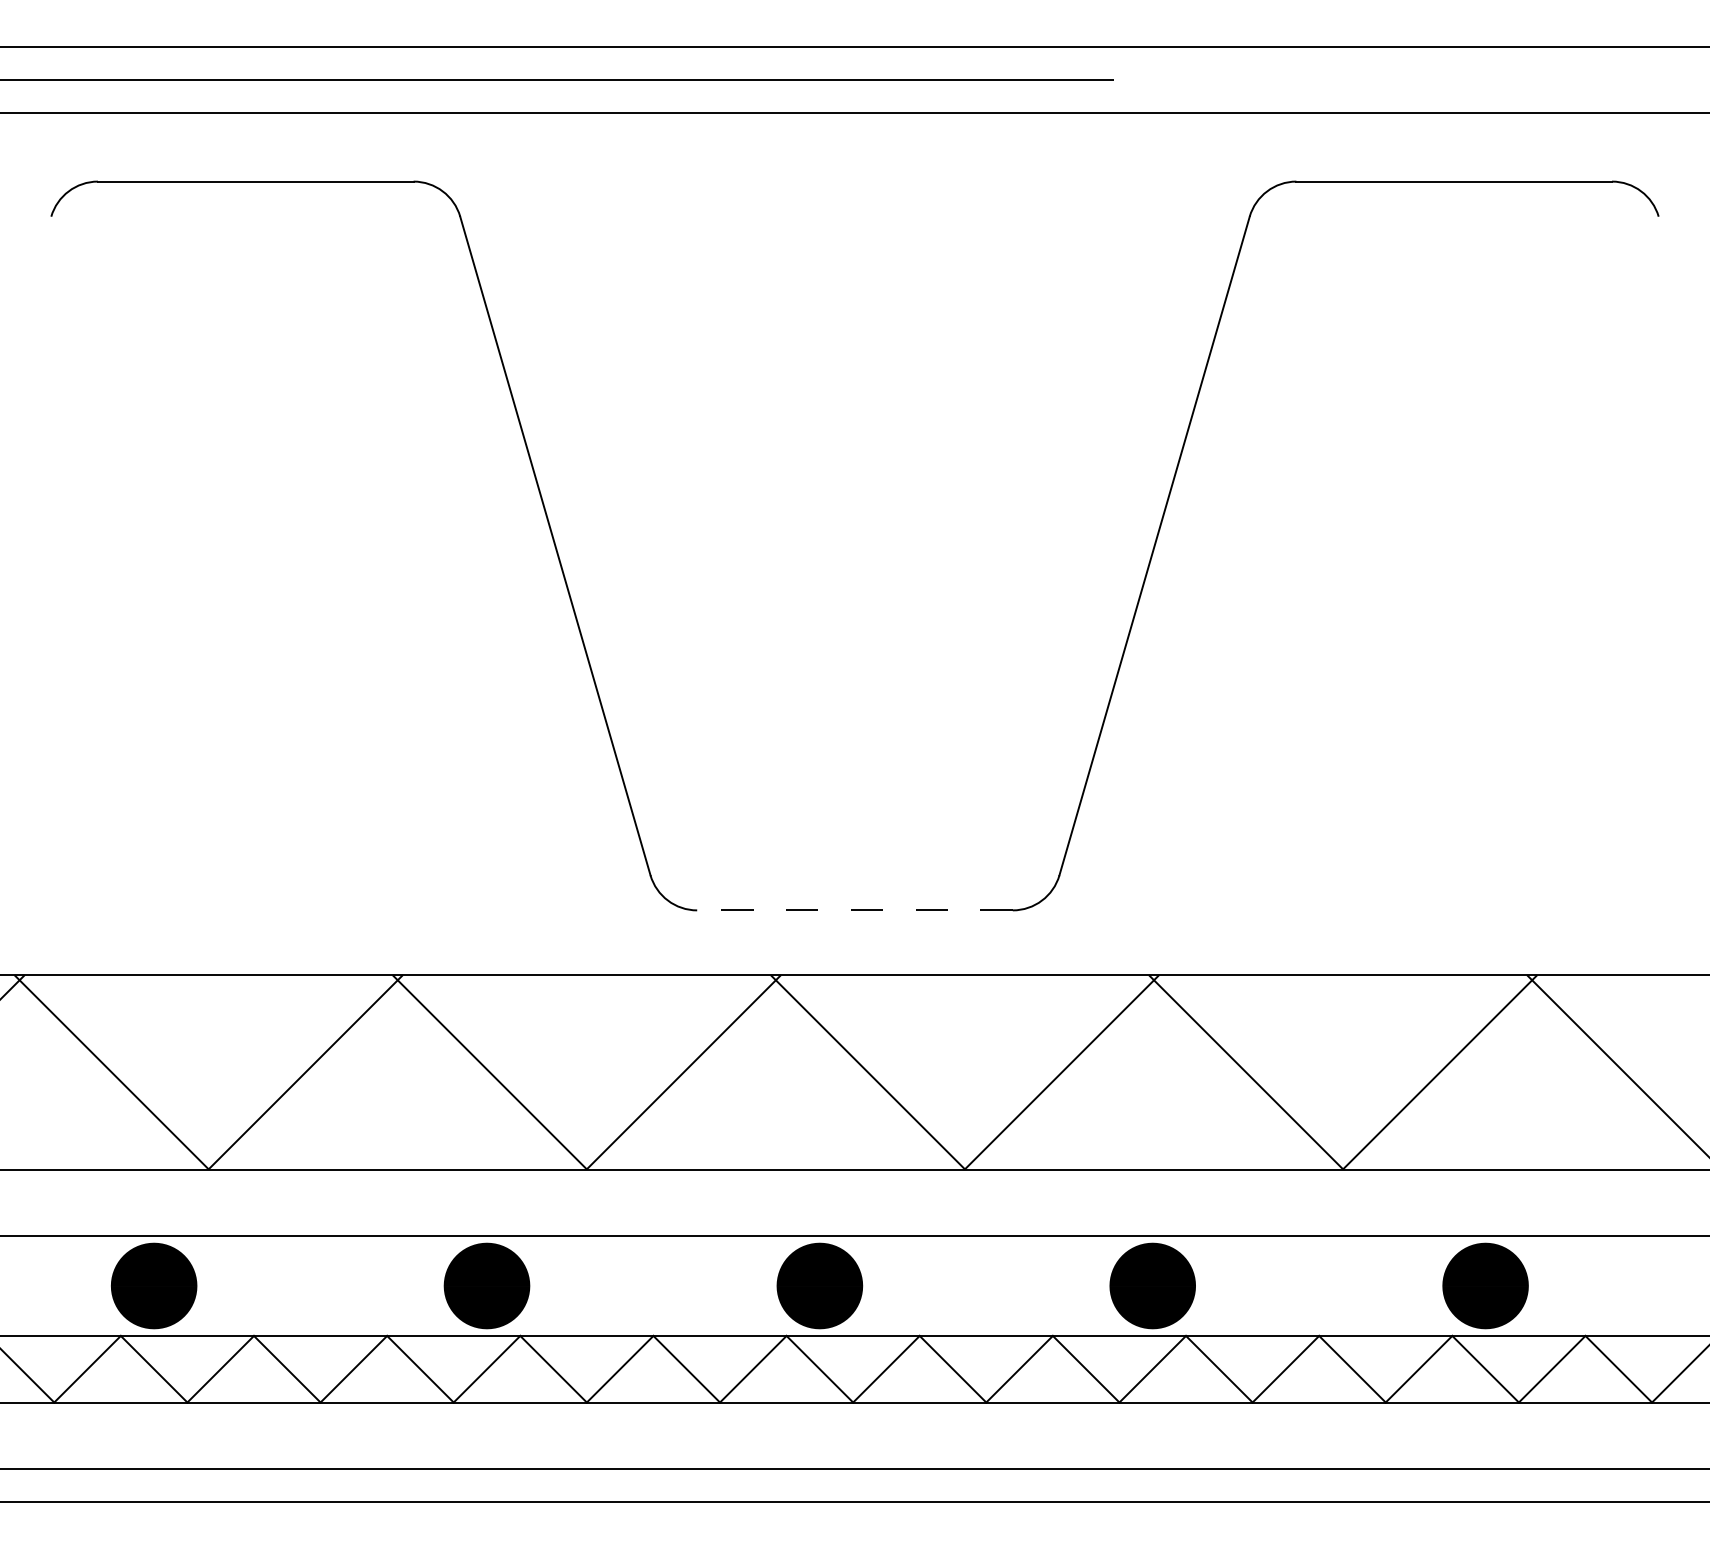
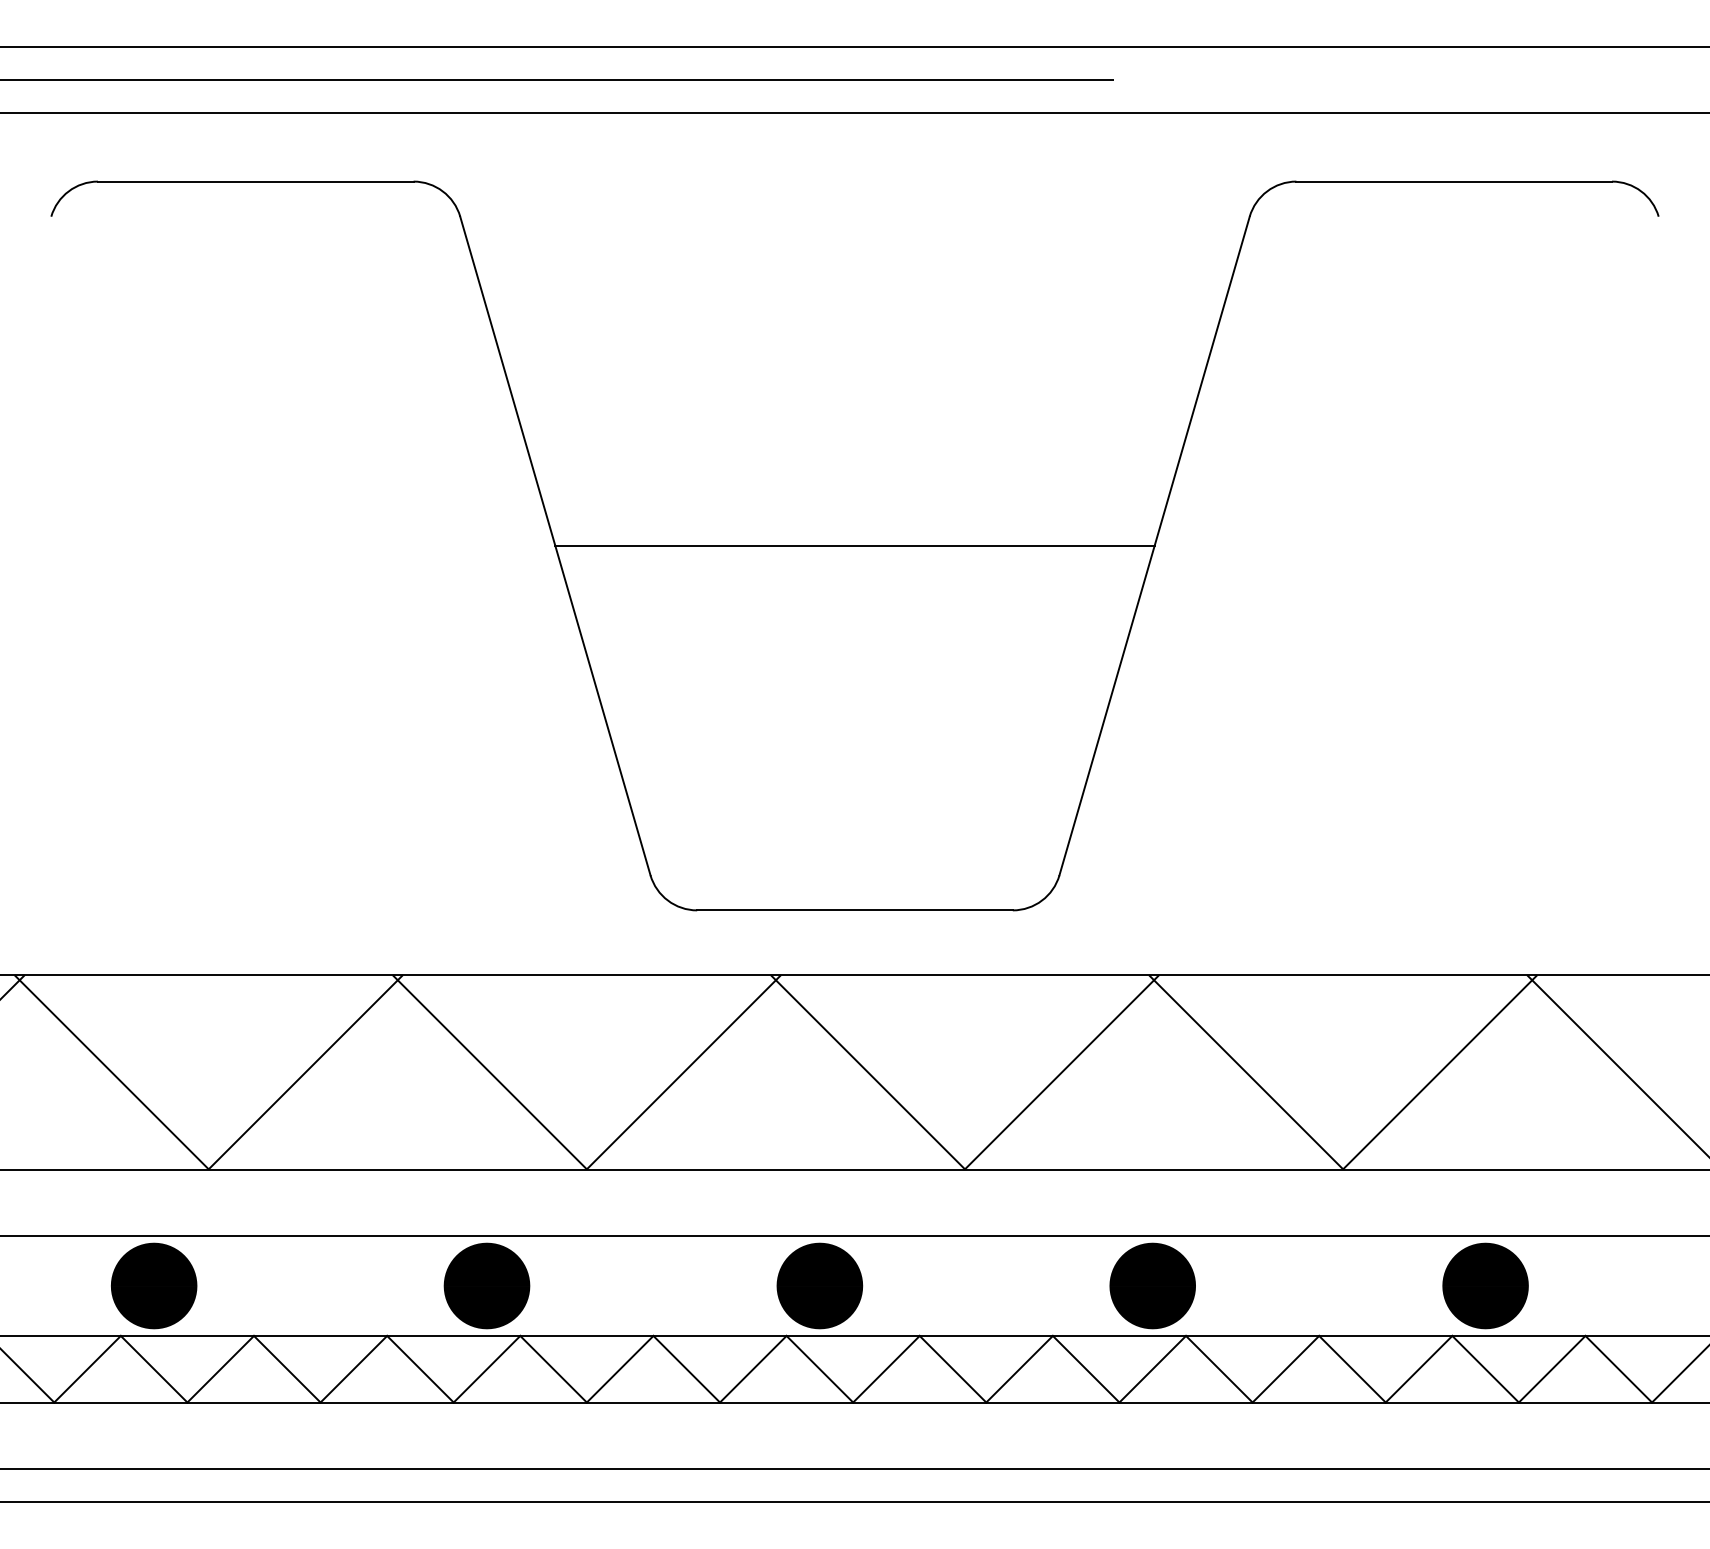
line at (854, 546): none -> present
line at (855, 910): dashed -> solid
